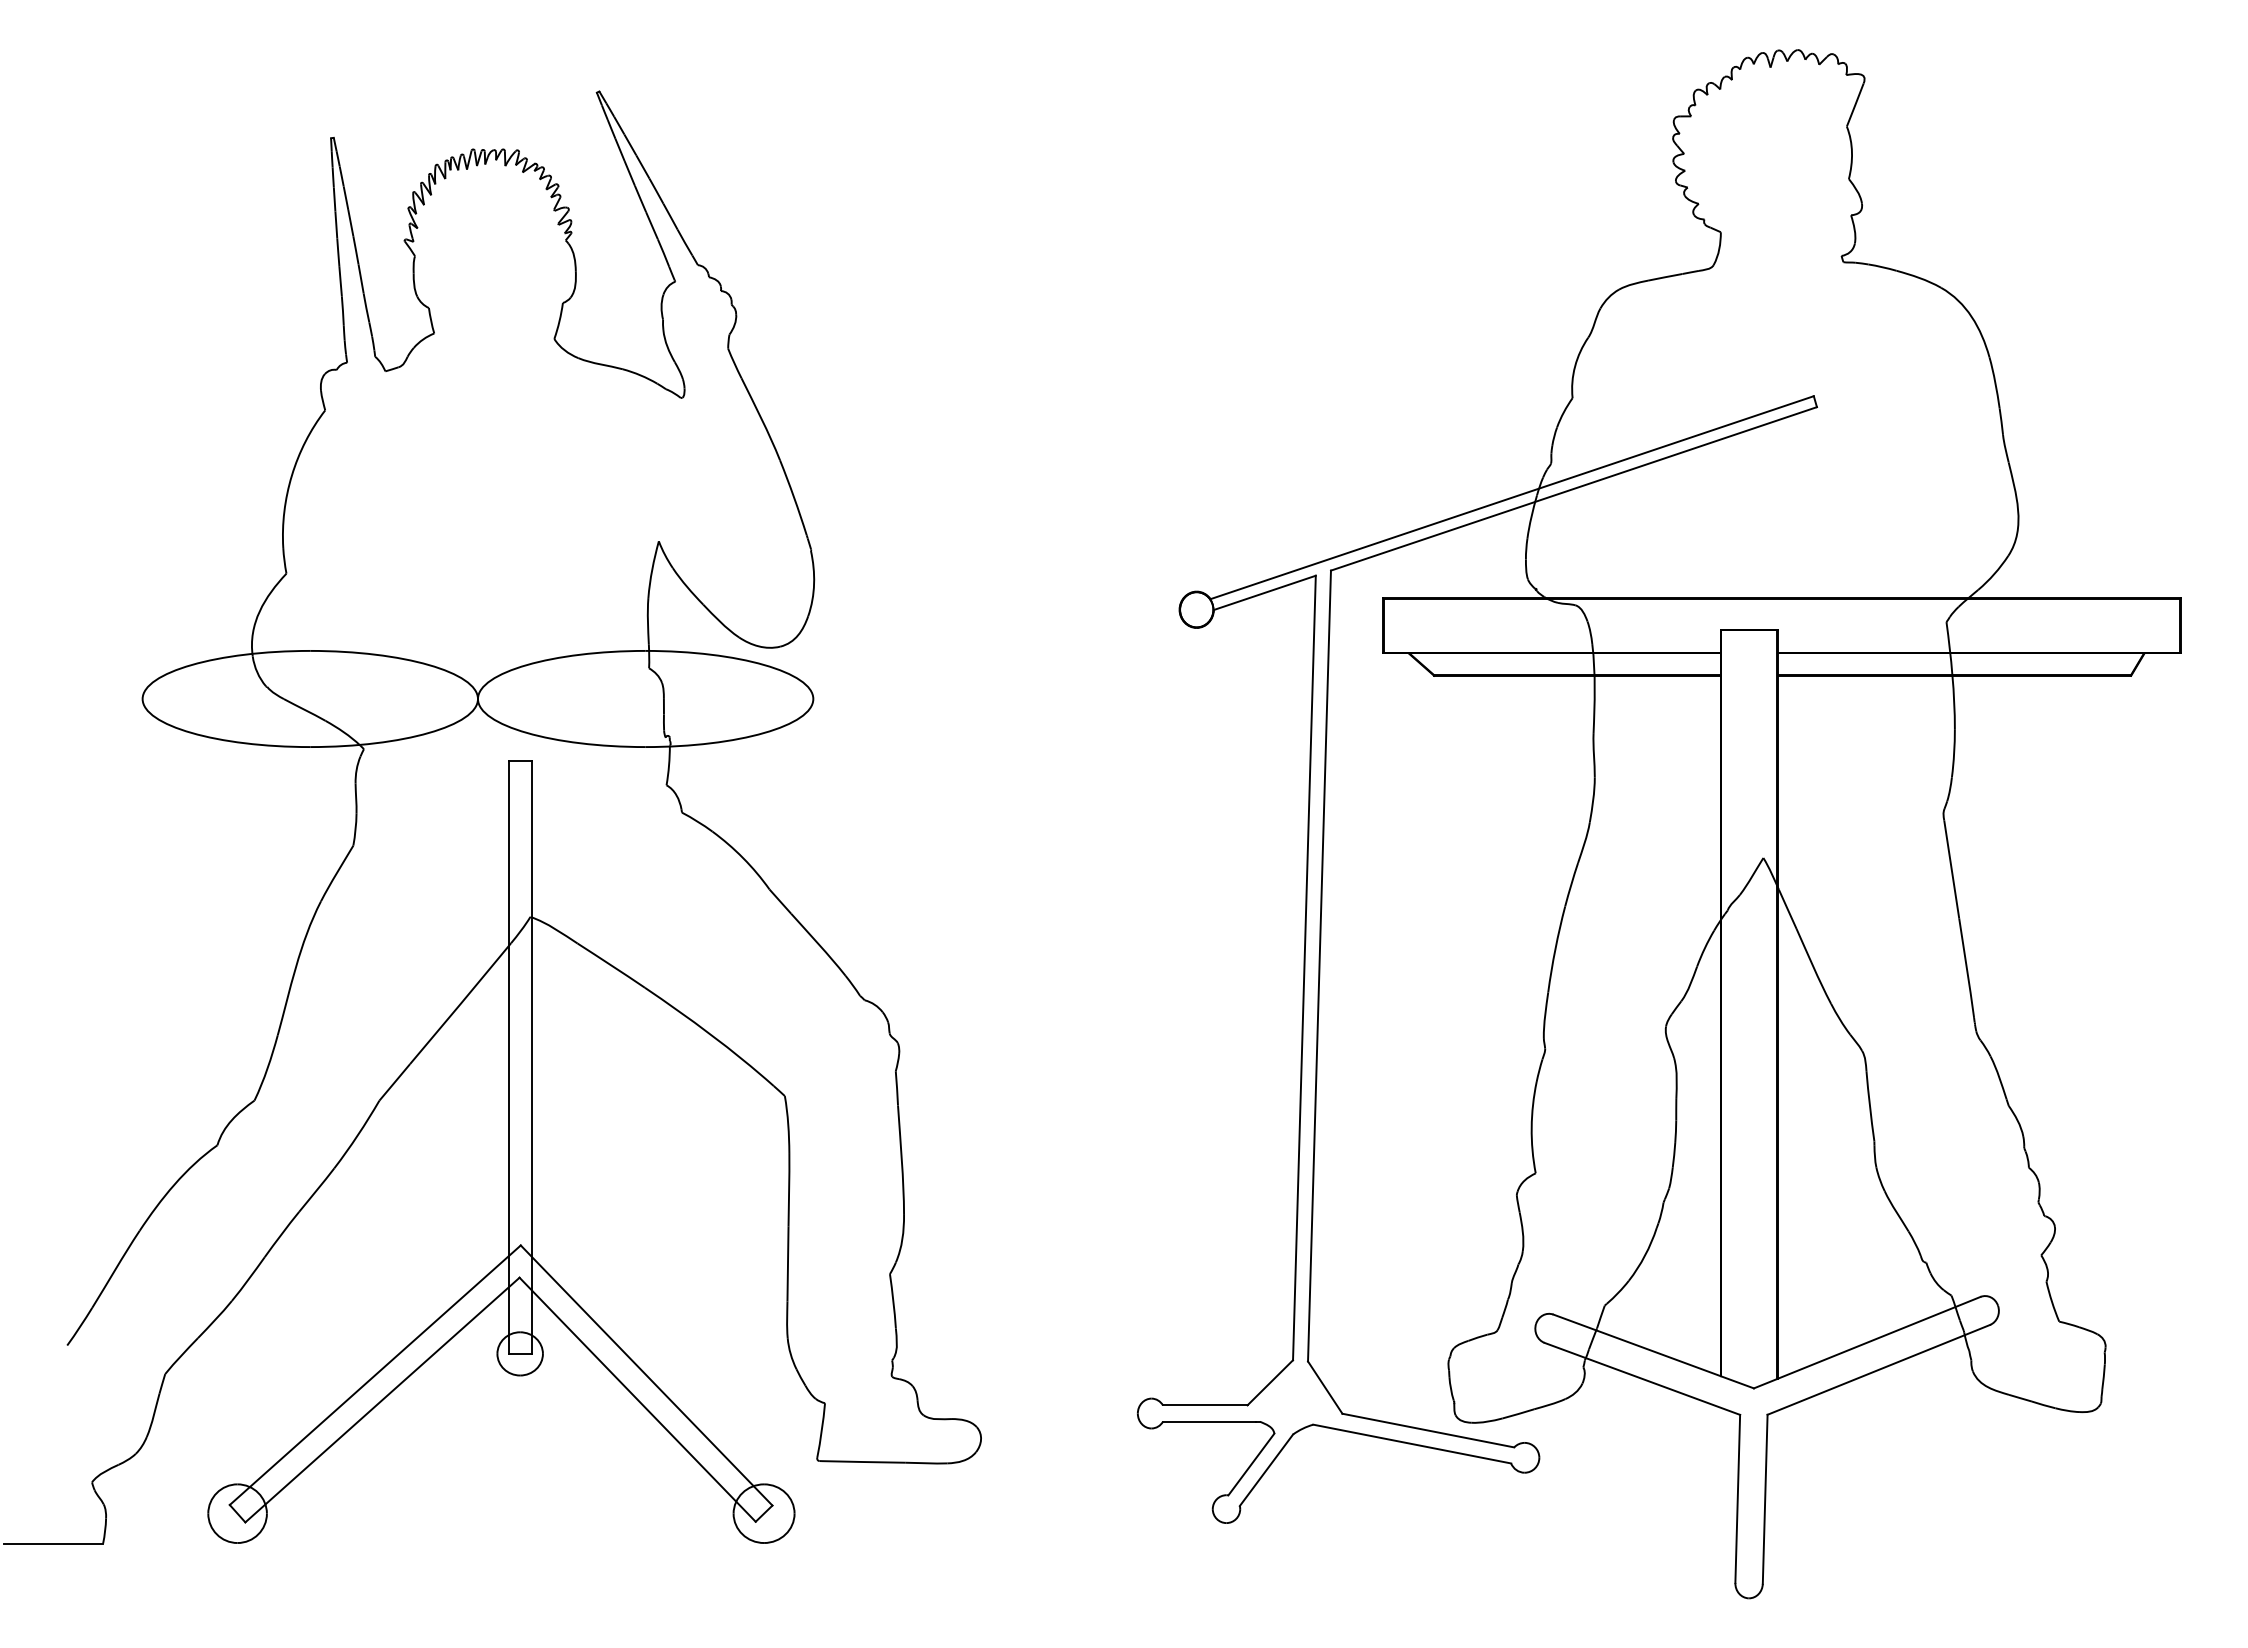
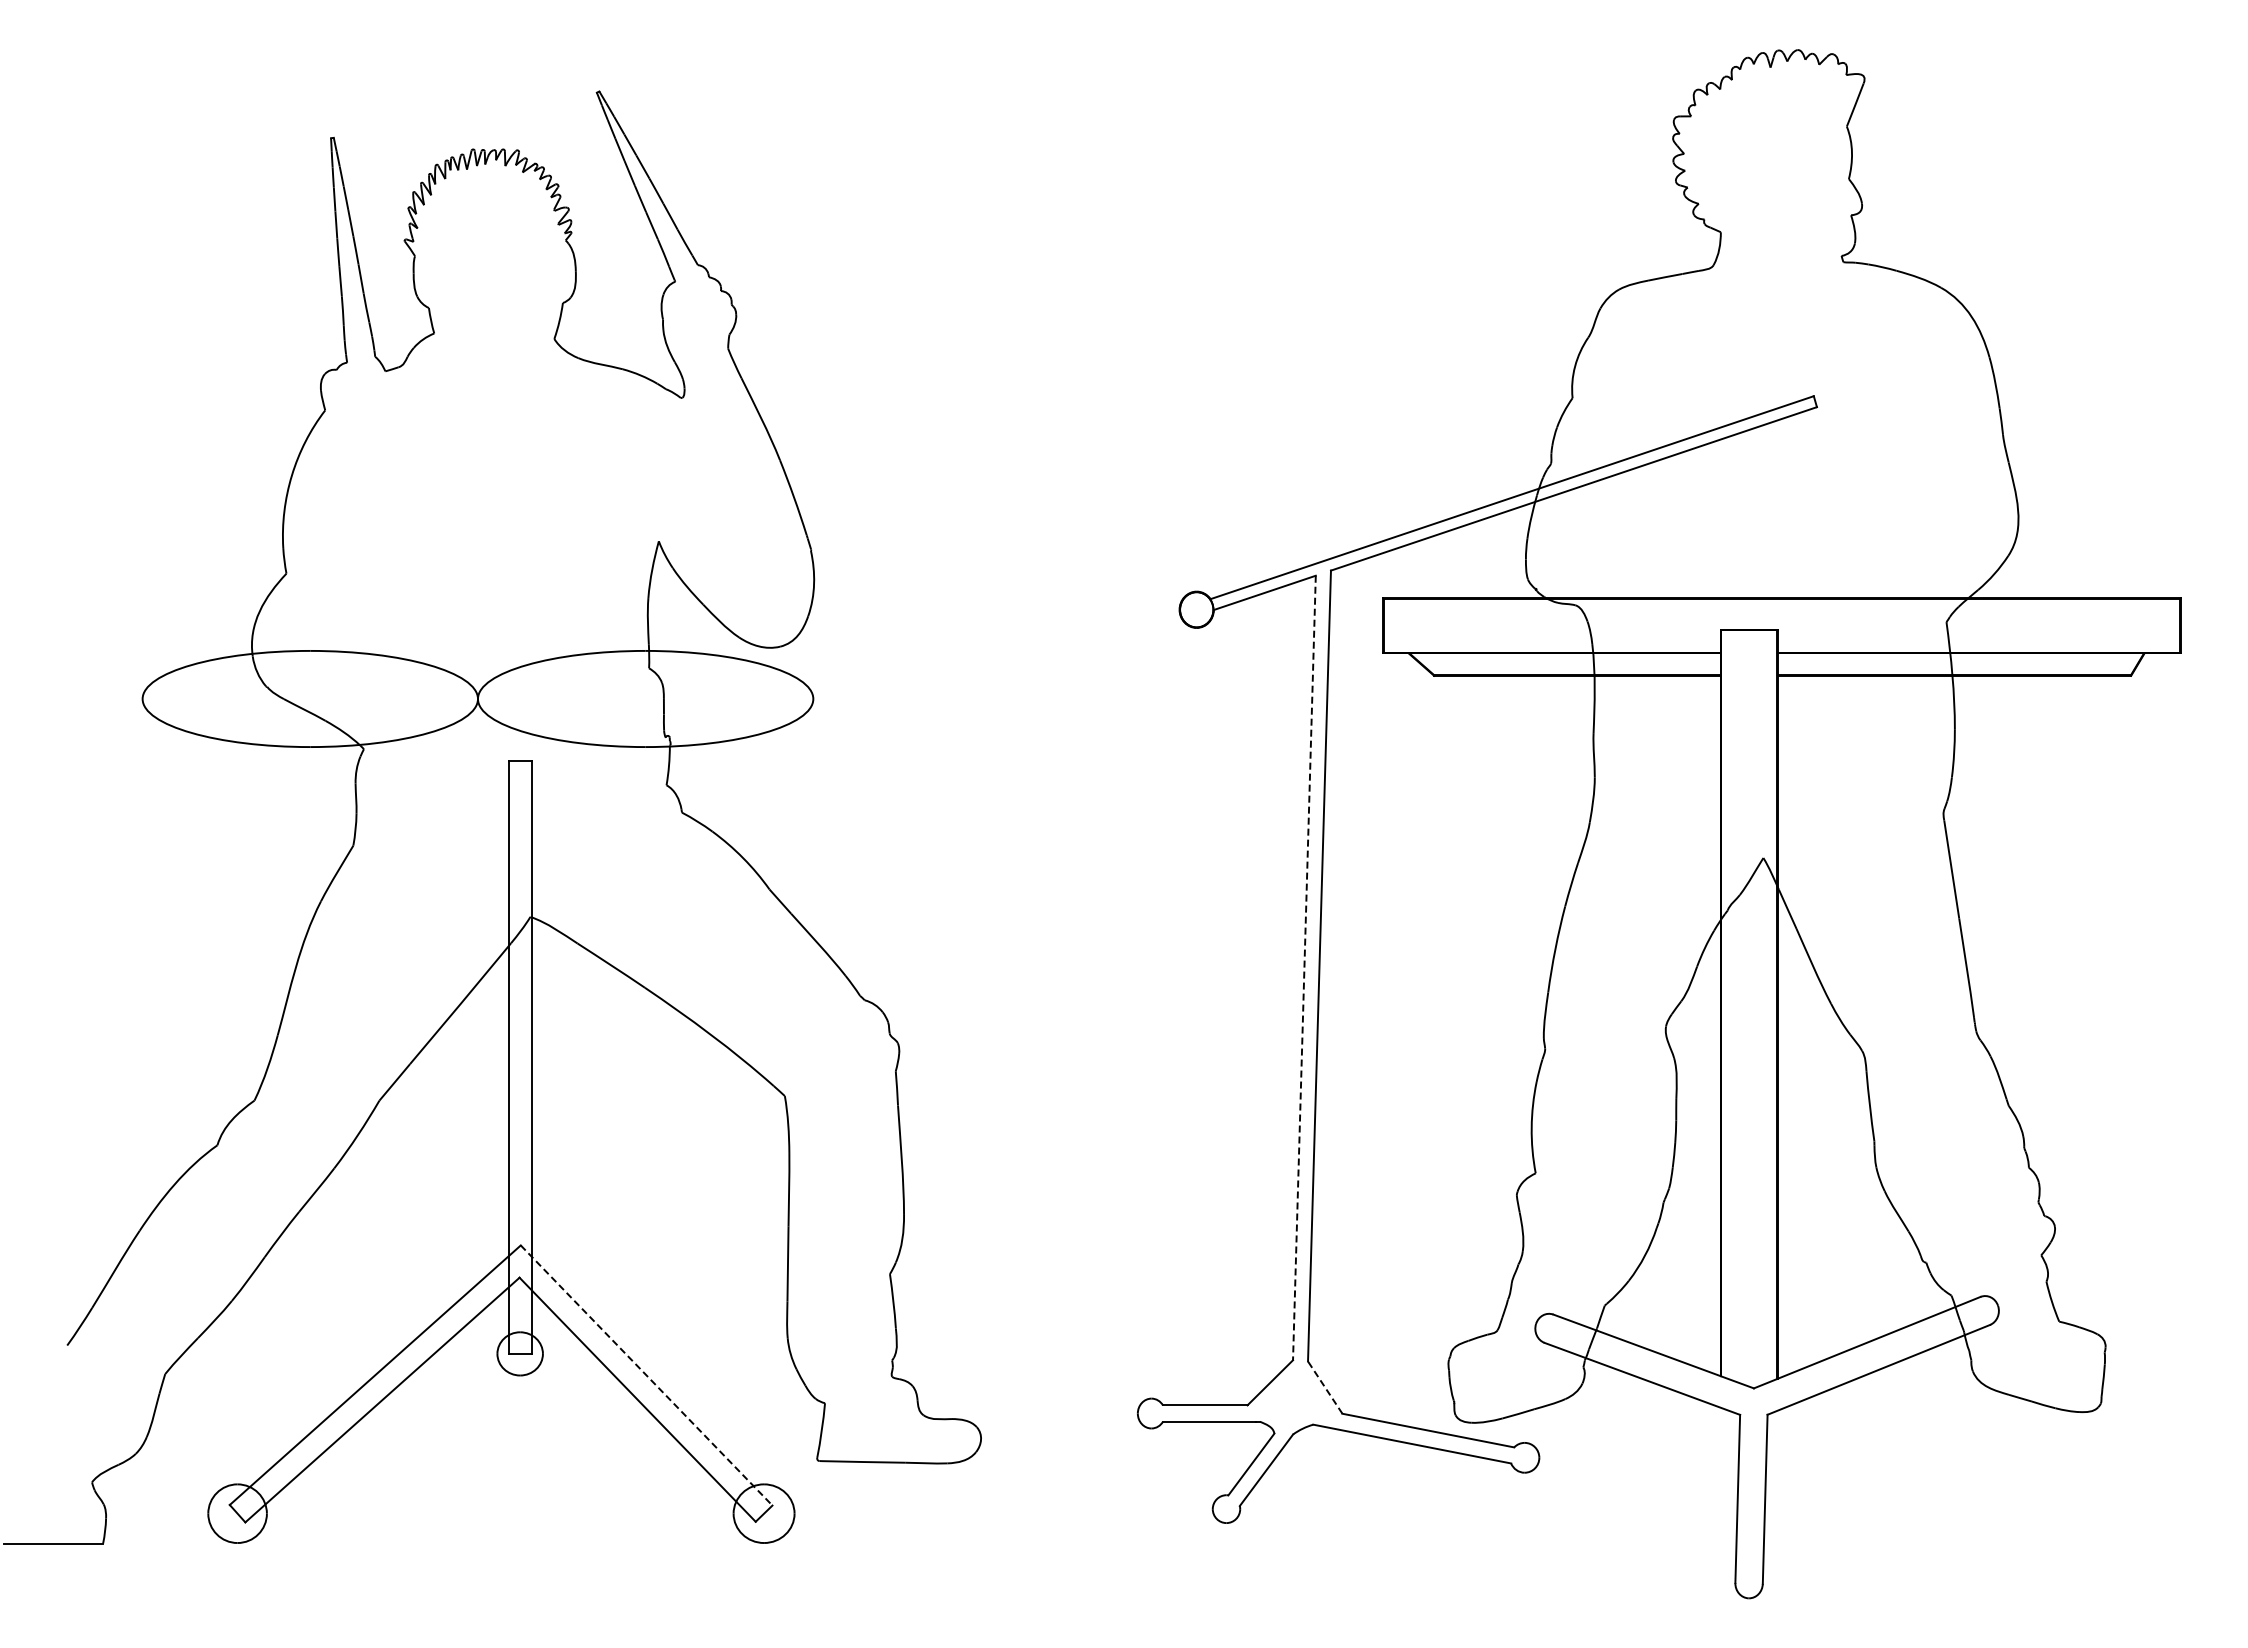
line at (1304, 968): solid -> dashed
line at (646, 1375): solid -> dashed
line at (1324, 1387): solid -> dashed
